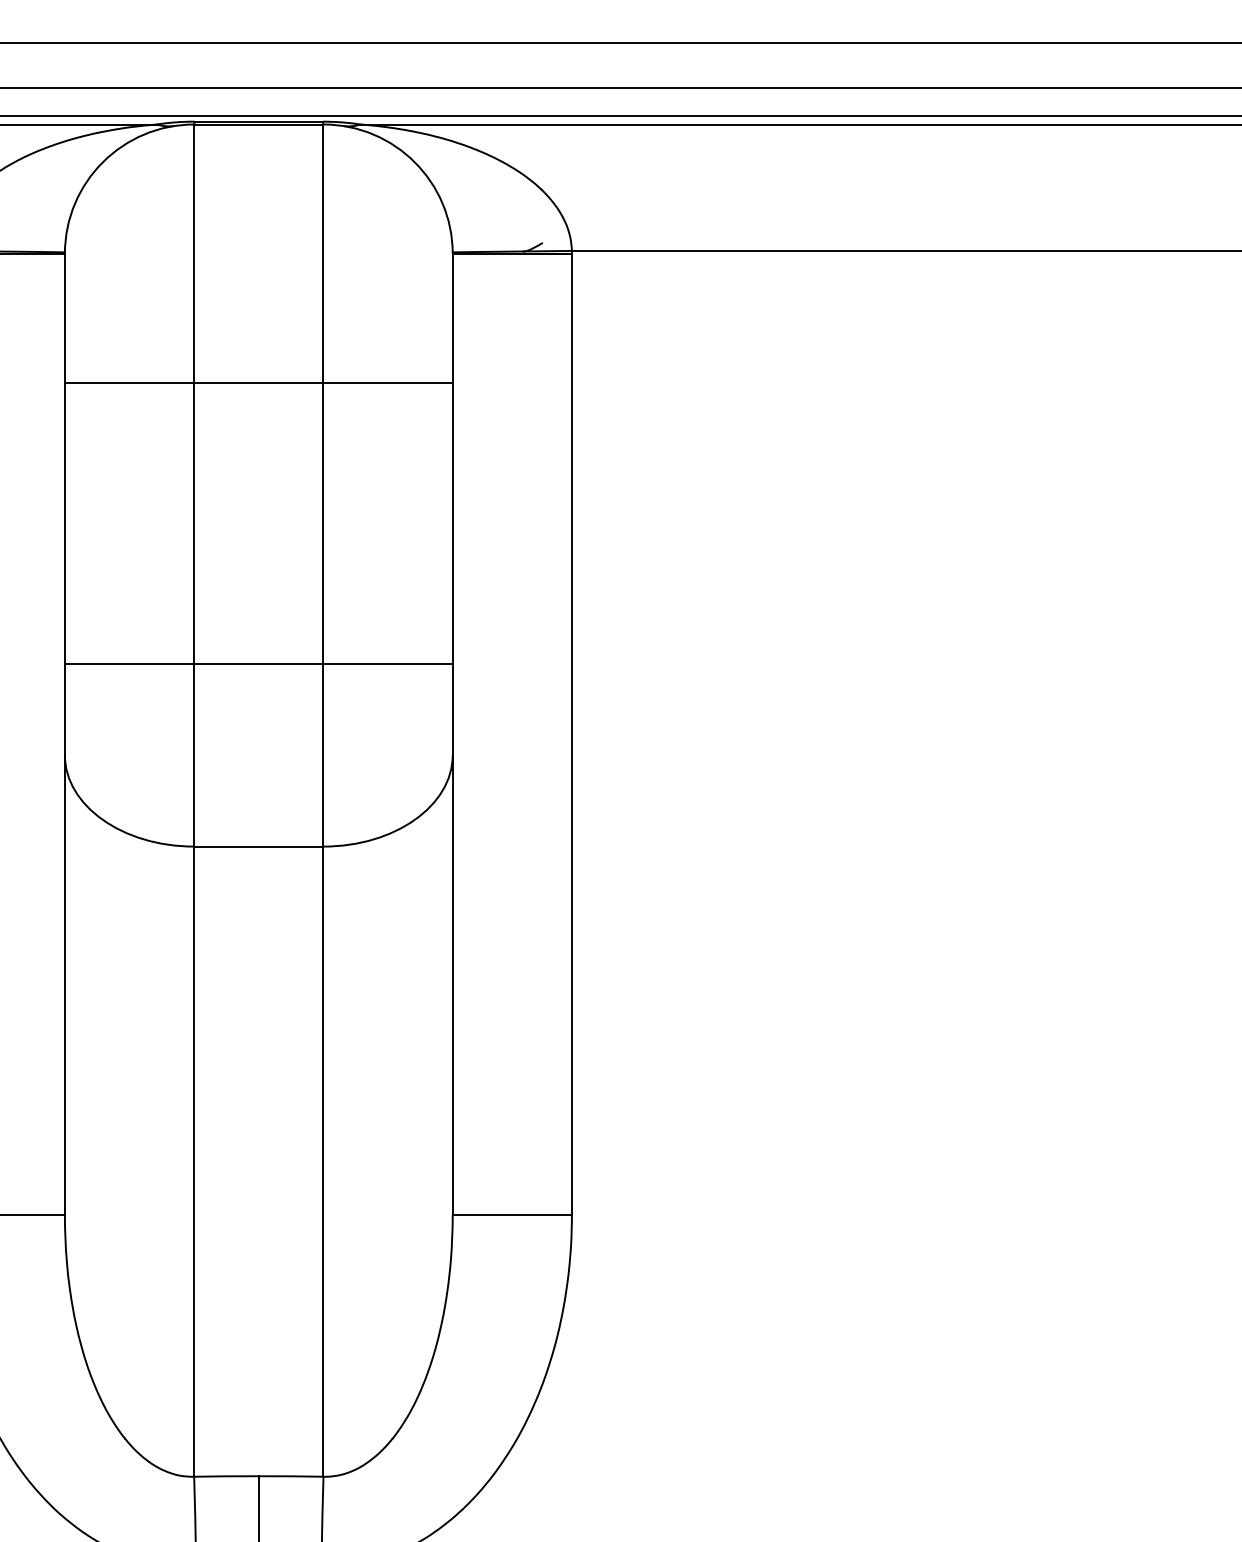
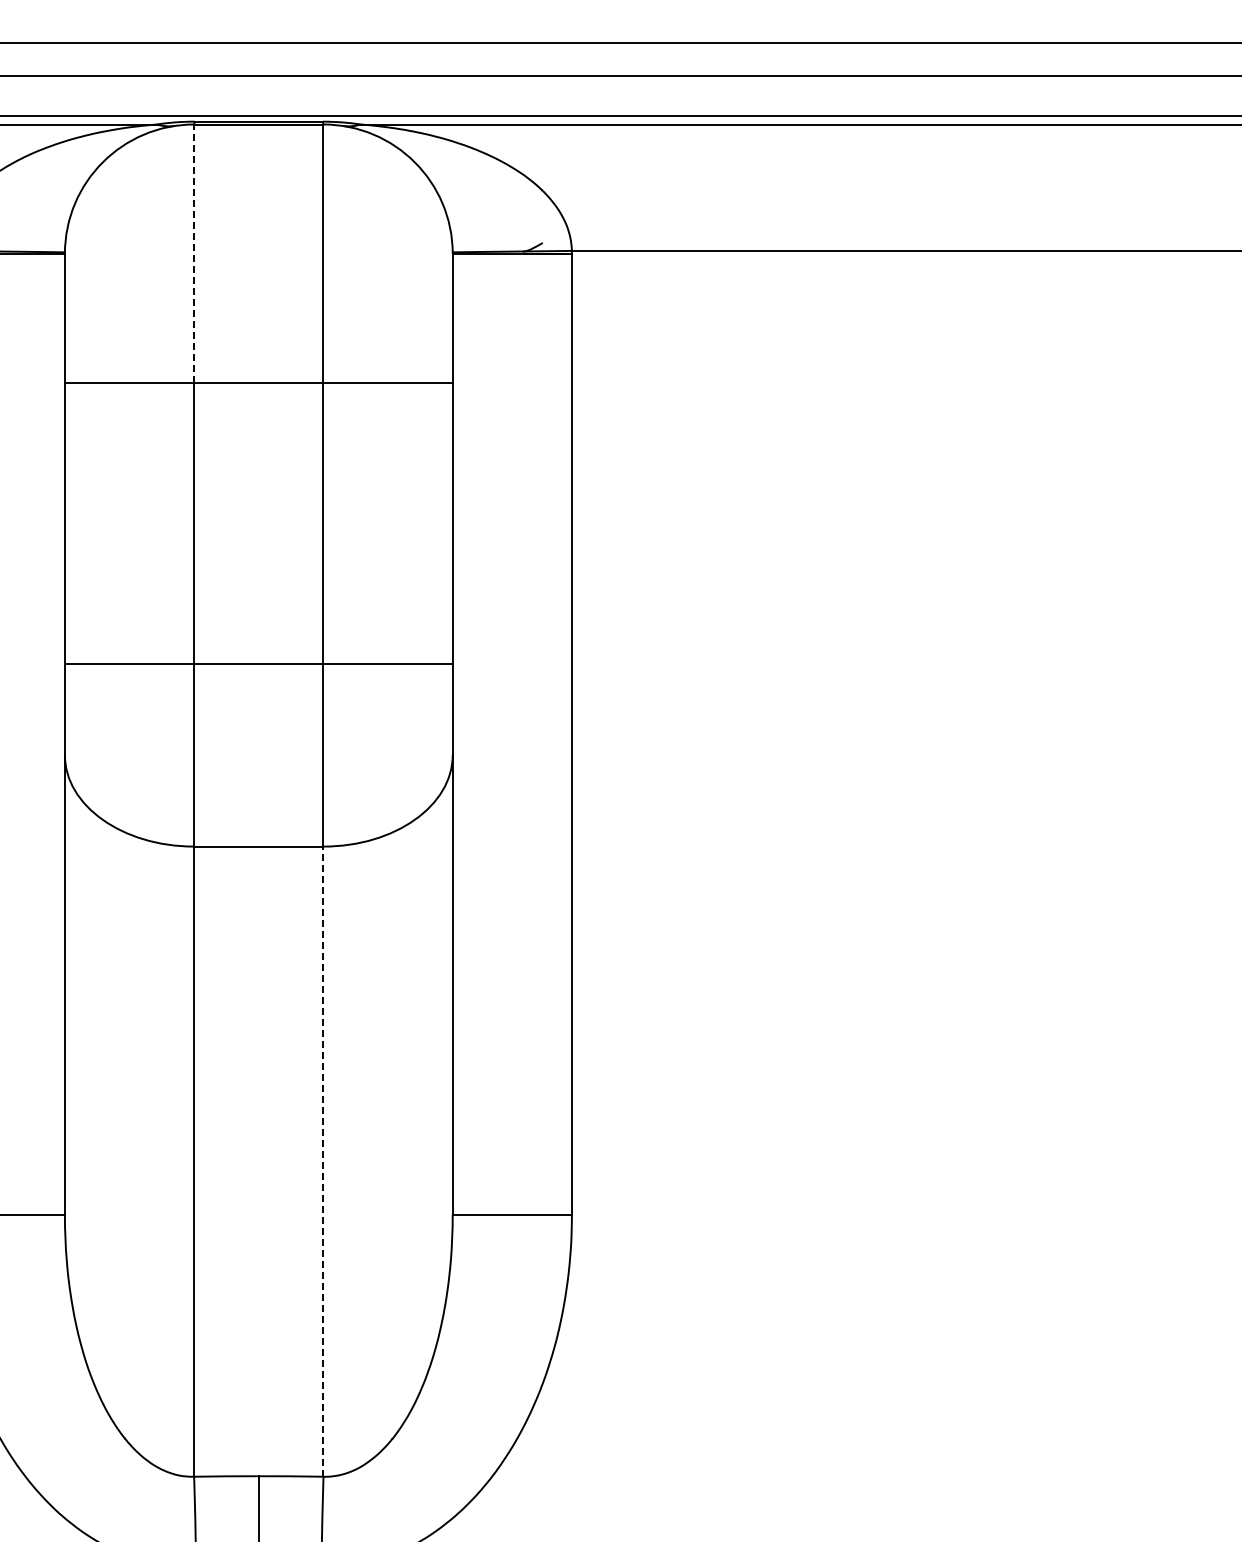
line at (620, 88) position: (620, 88) -> (620, 76)
line at (194, 253): solid -> dashed
line at (323, 1161): solid -> dashed
